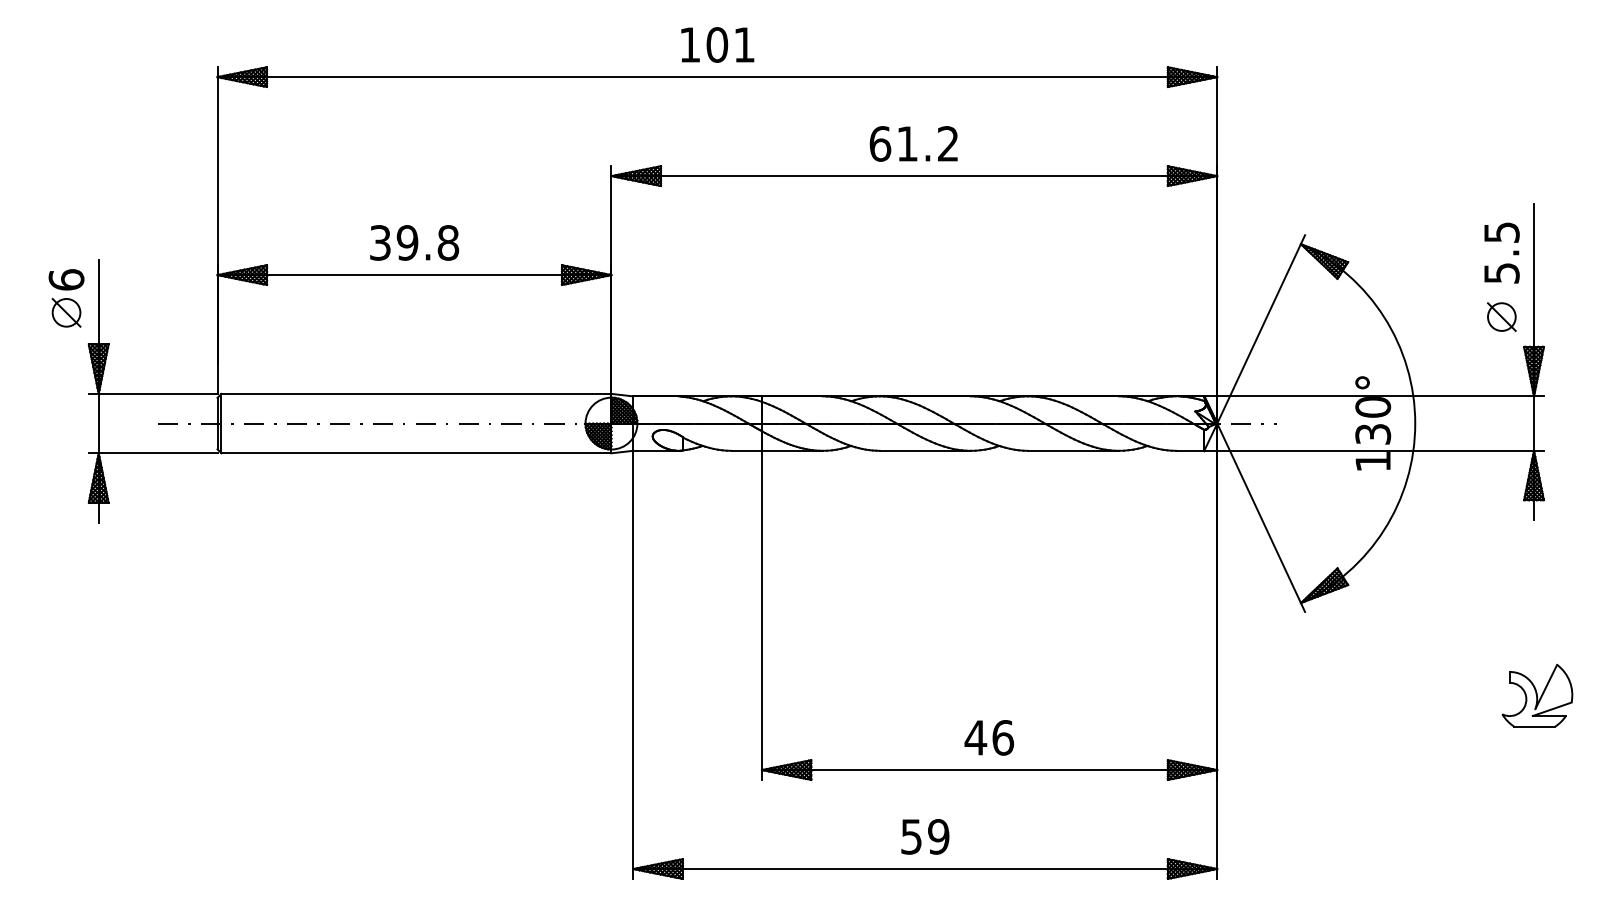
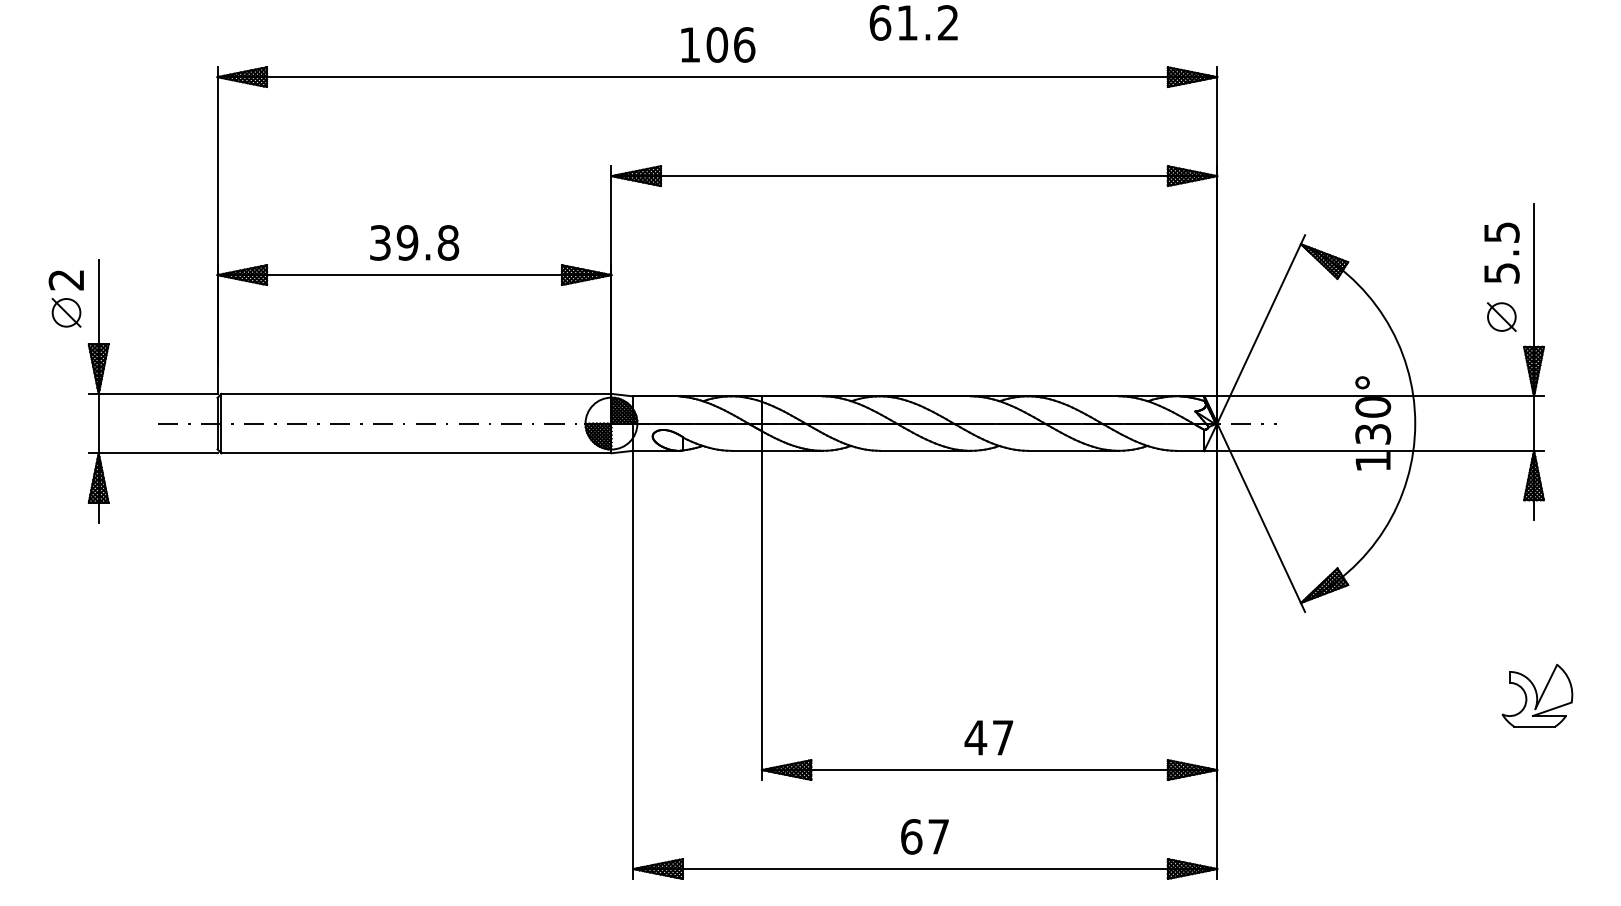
text at (744, 44): 101 -> 106
text at (913, 143) position: (913, 143) -> (913, 22)
text at (66, 279): 6 -> 2
text at (1003, 737): 46 -> 47
text at (925, 836): 59 -> 67
